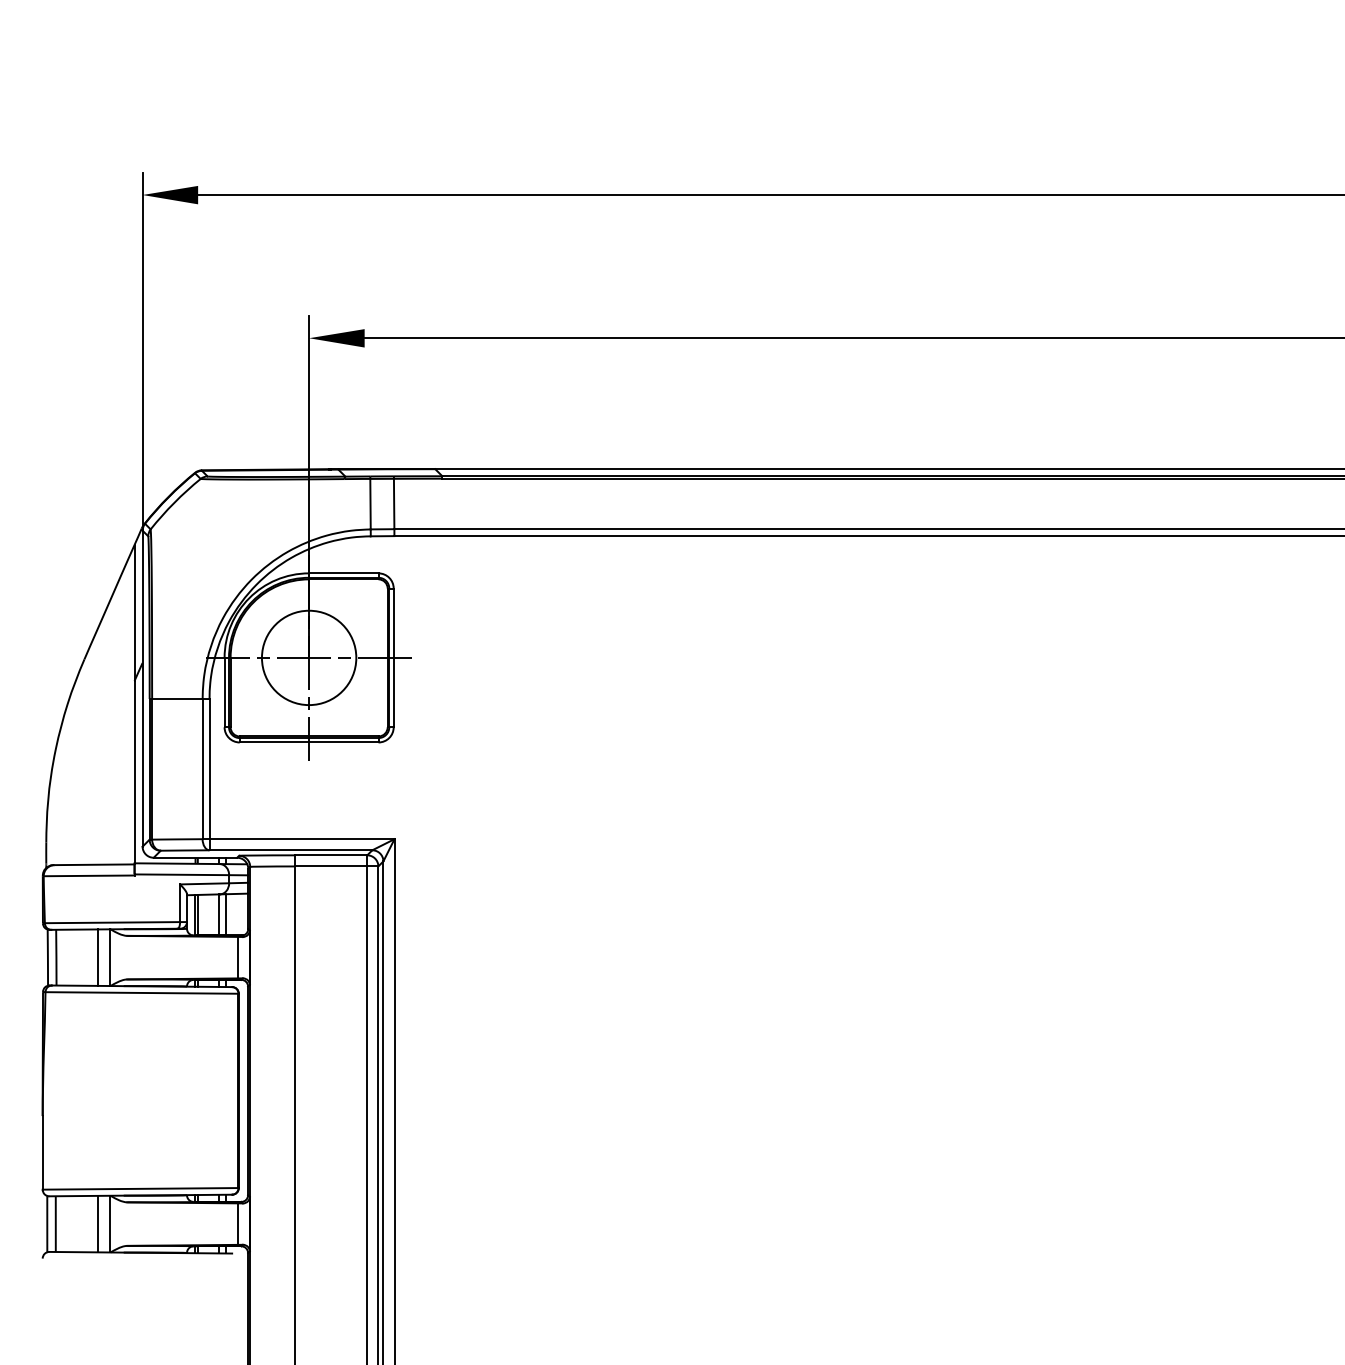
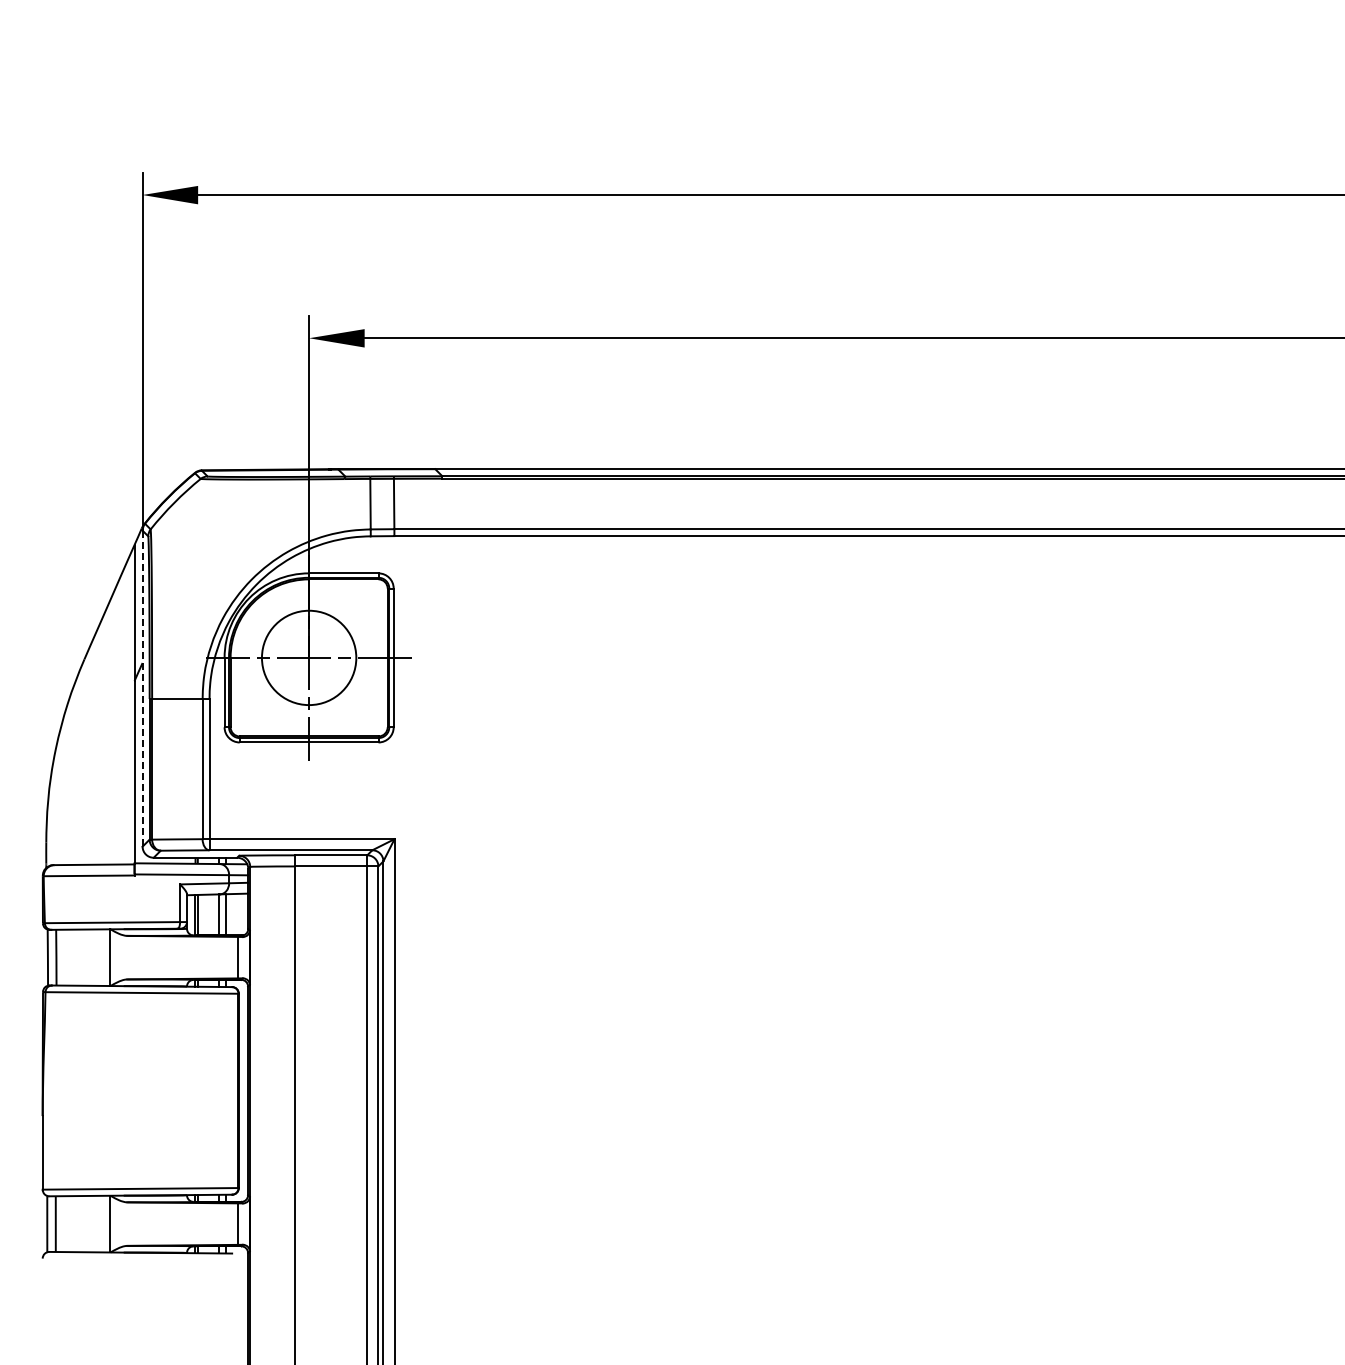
line at (142, 688): solid -> dashed
line at (98, 957): present -> none
line at (98, 1223): present -> none
